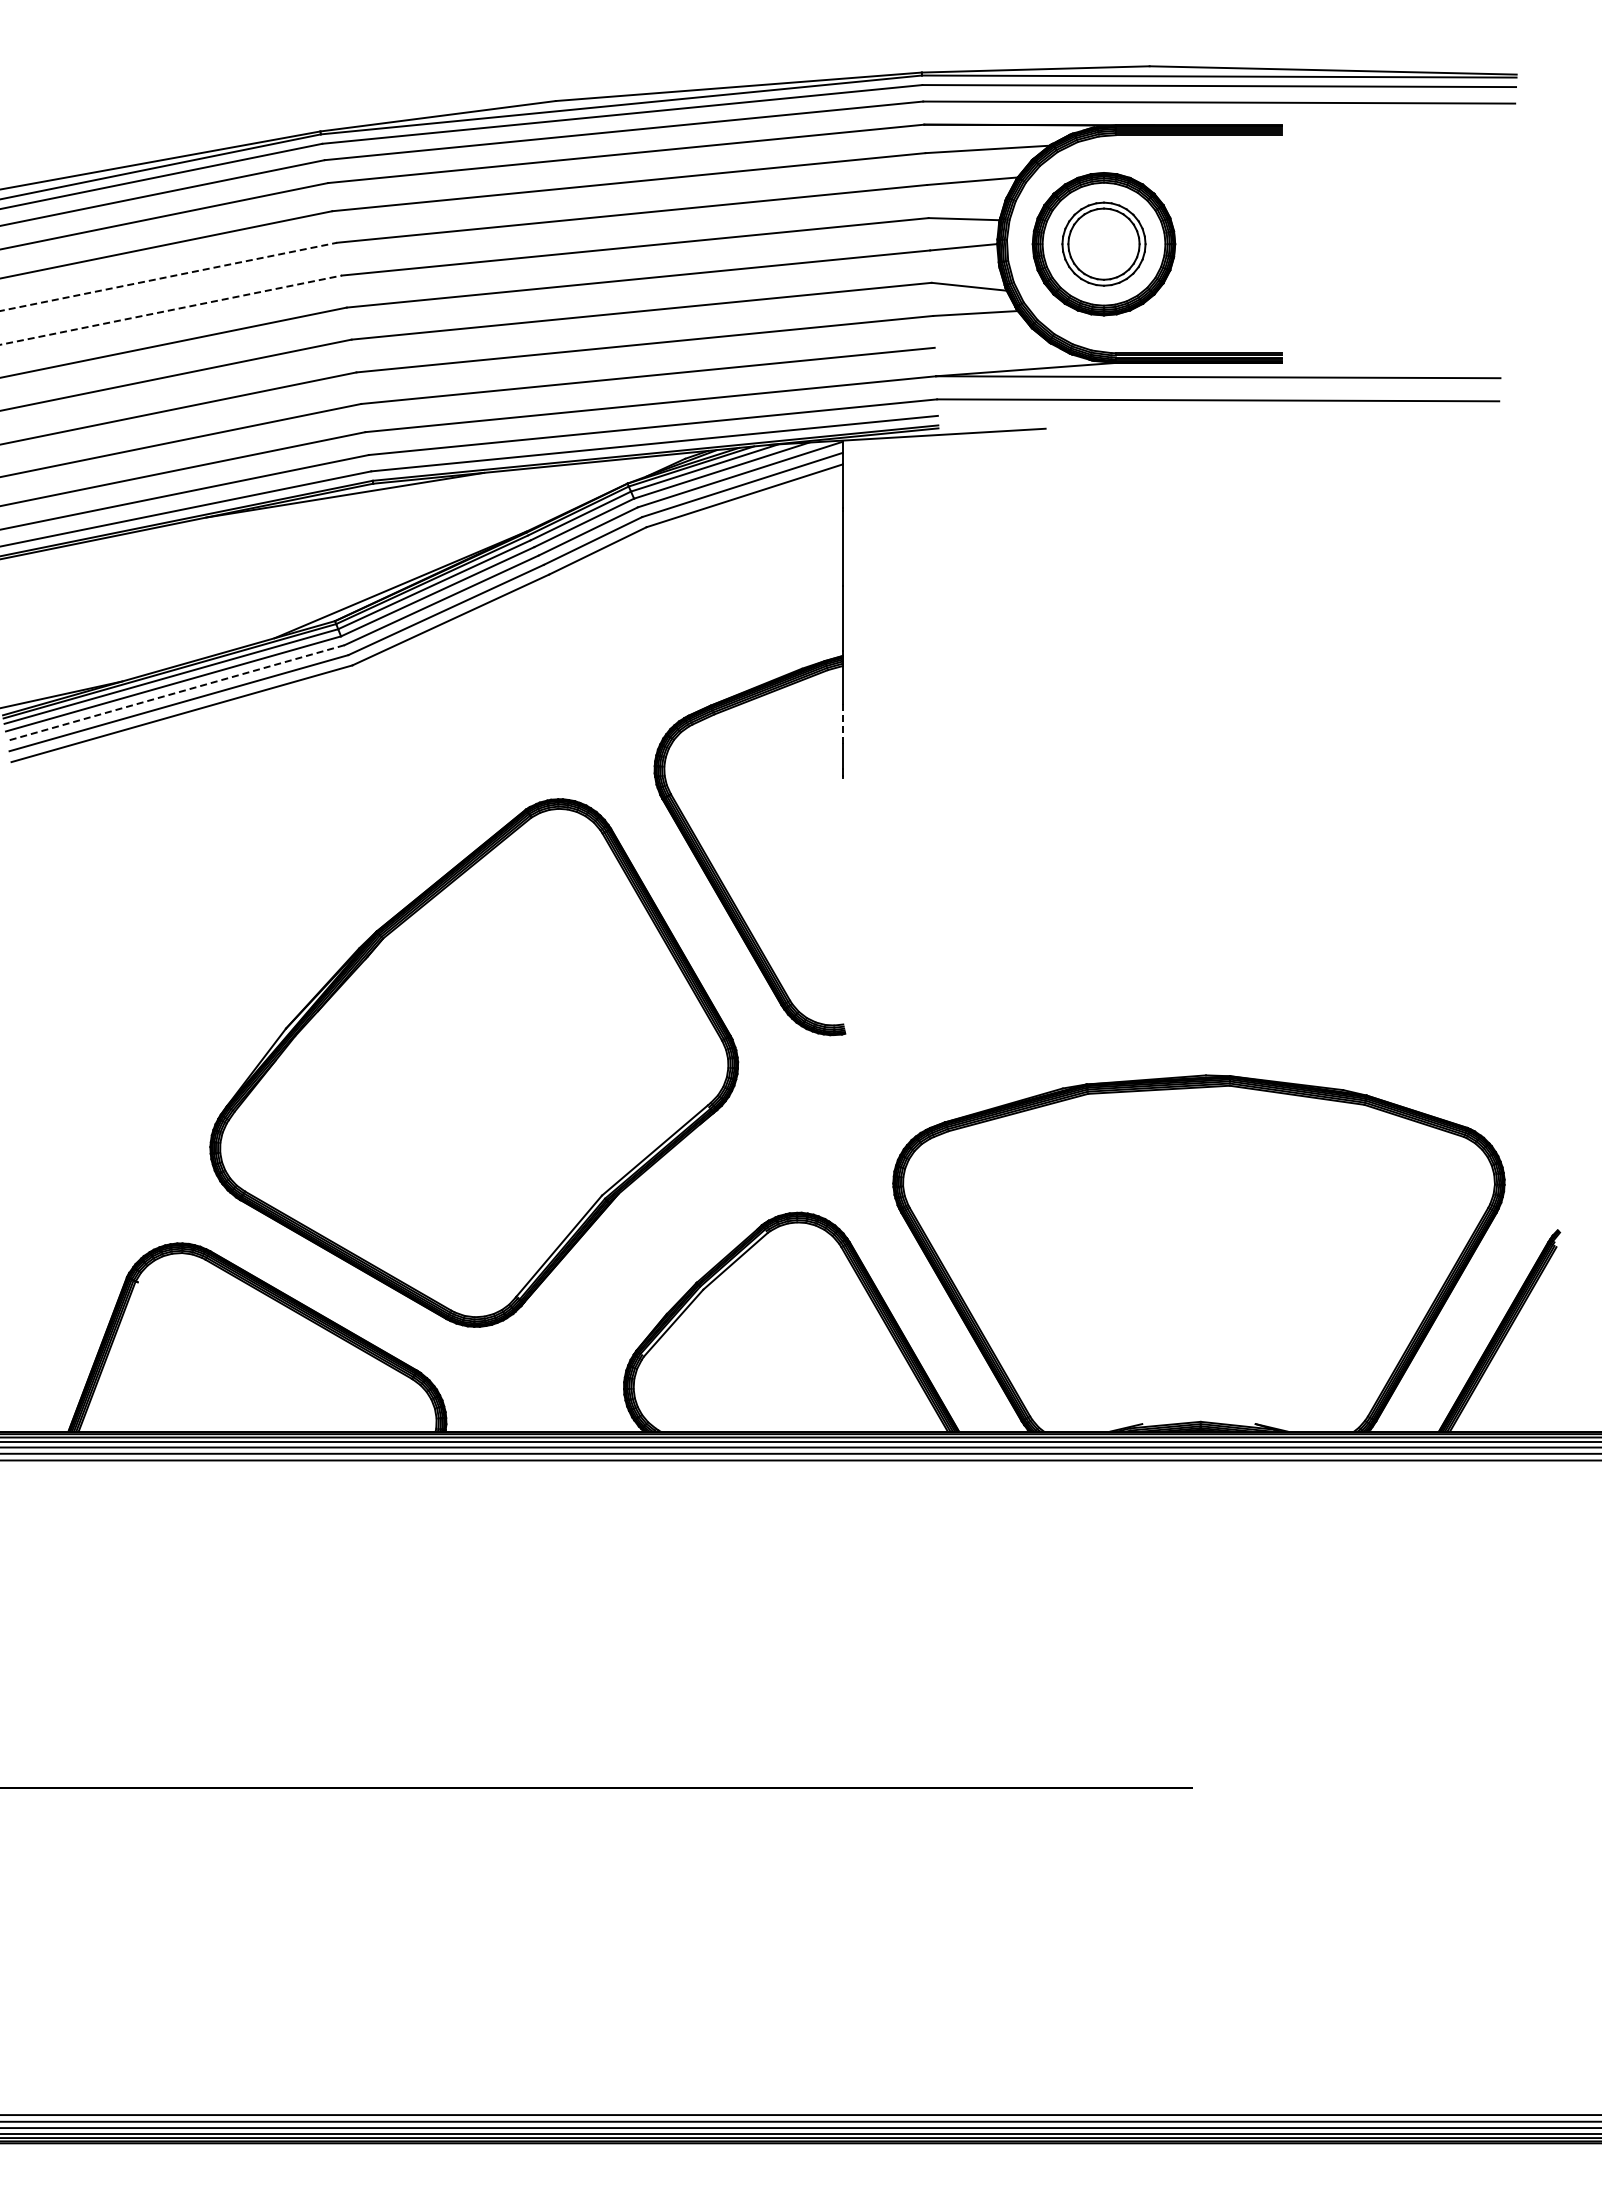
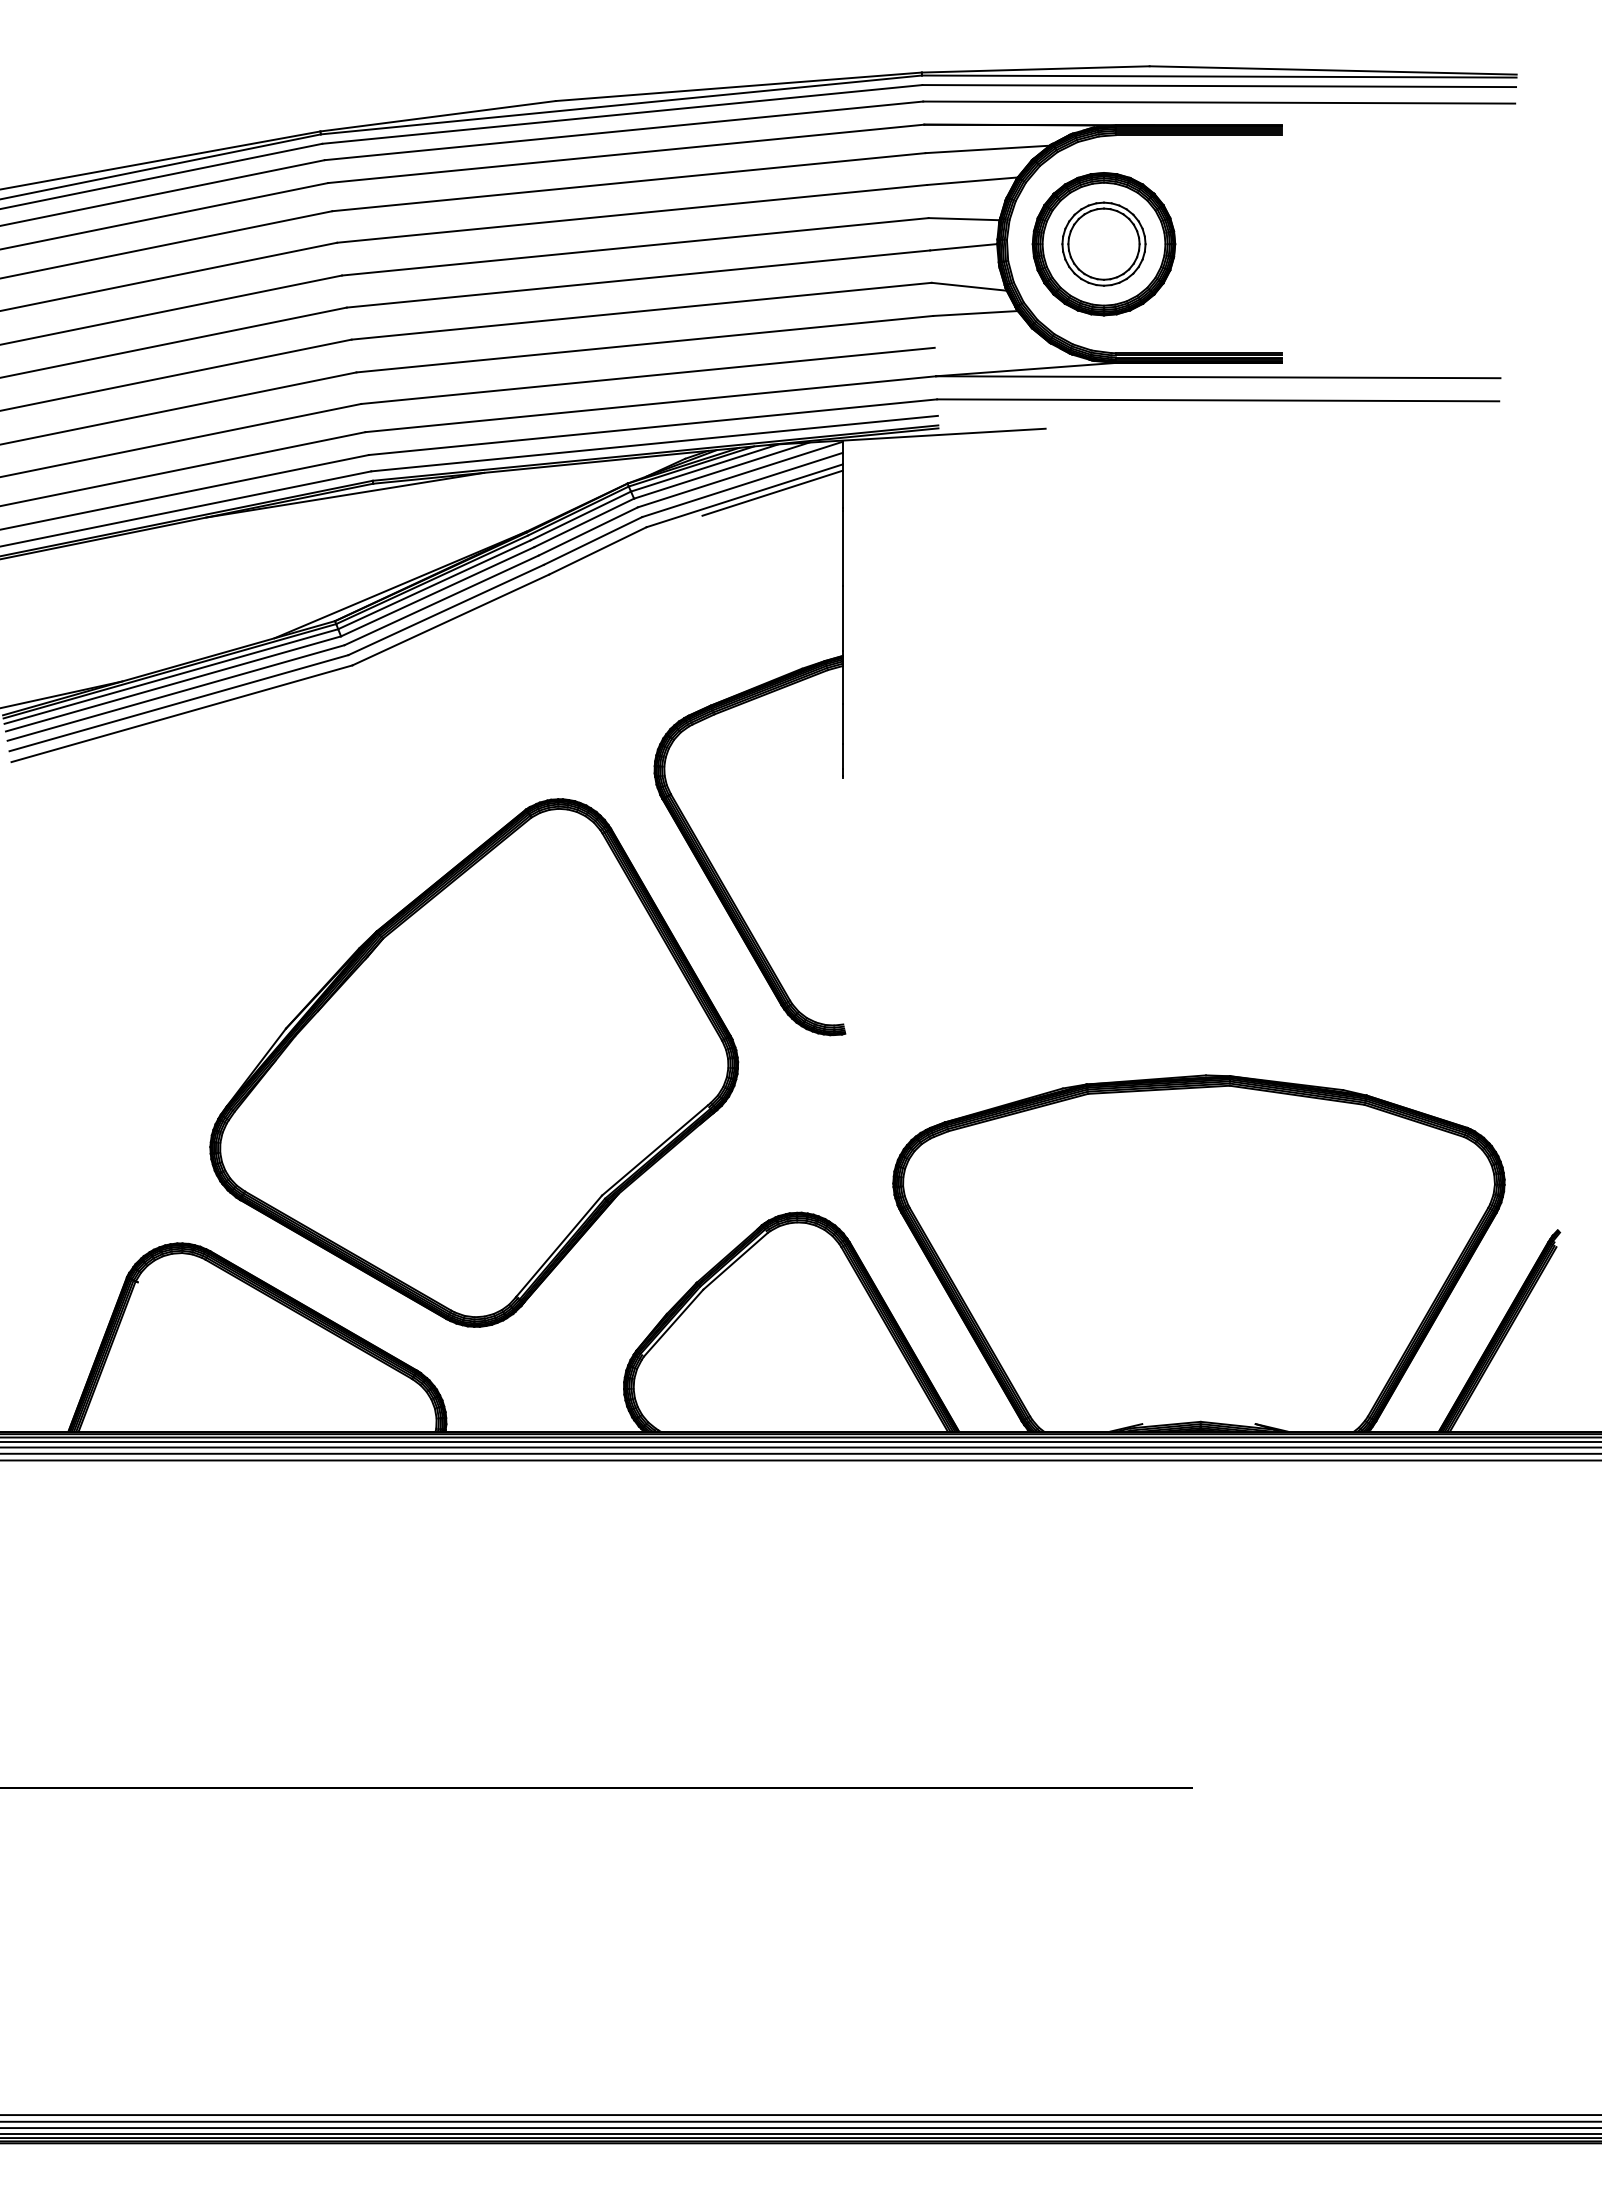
line at (168, 276): dashed -> solid
line at (171, 310): dashed -> solid
line at (772, 492): none -> present
line at (175, 693): dashed -> solid
line at (842, 723): dashed -> solid
